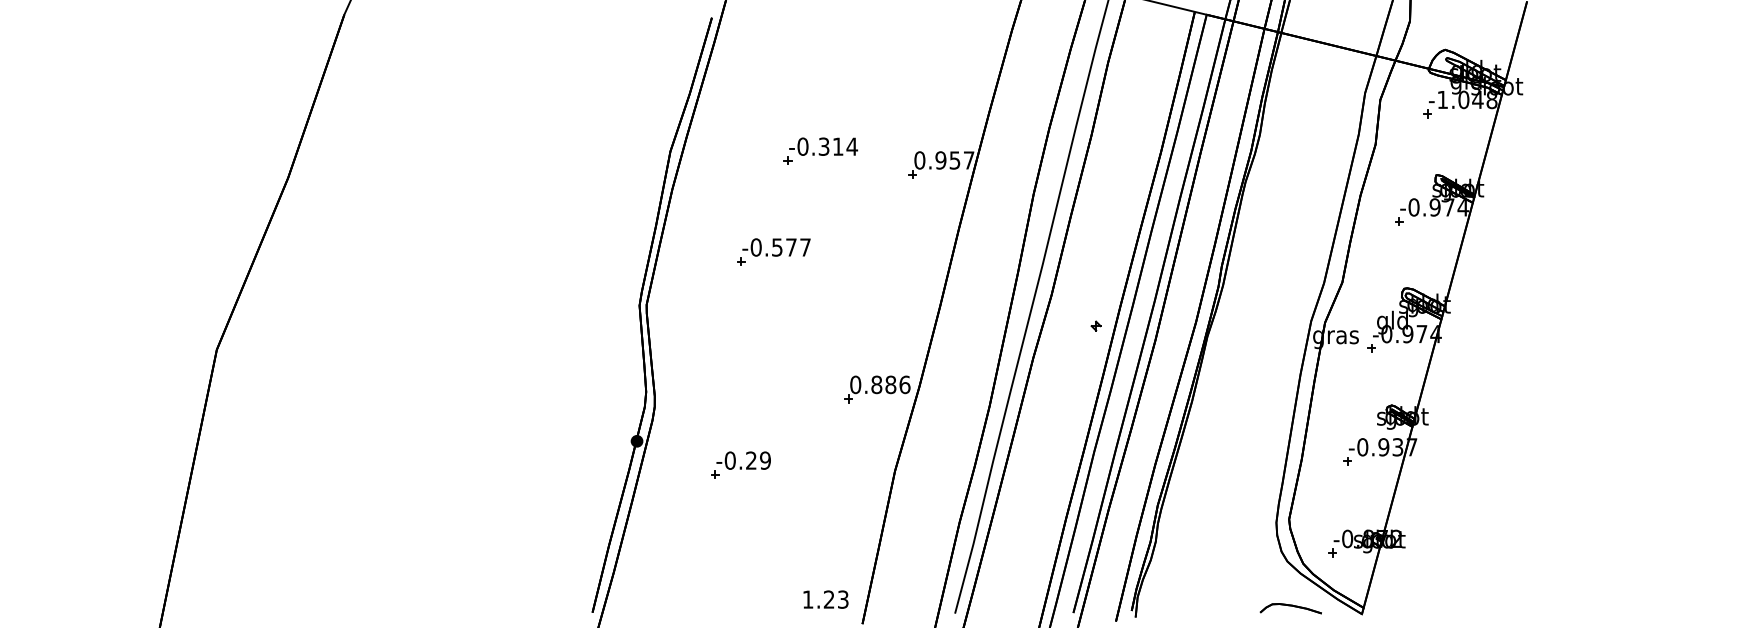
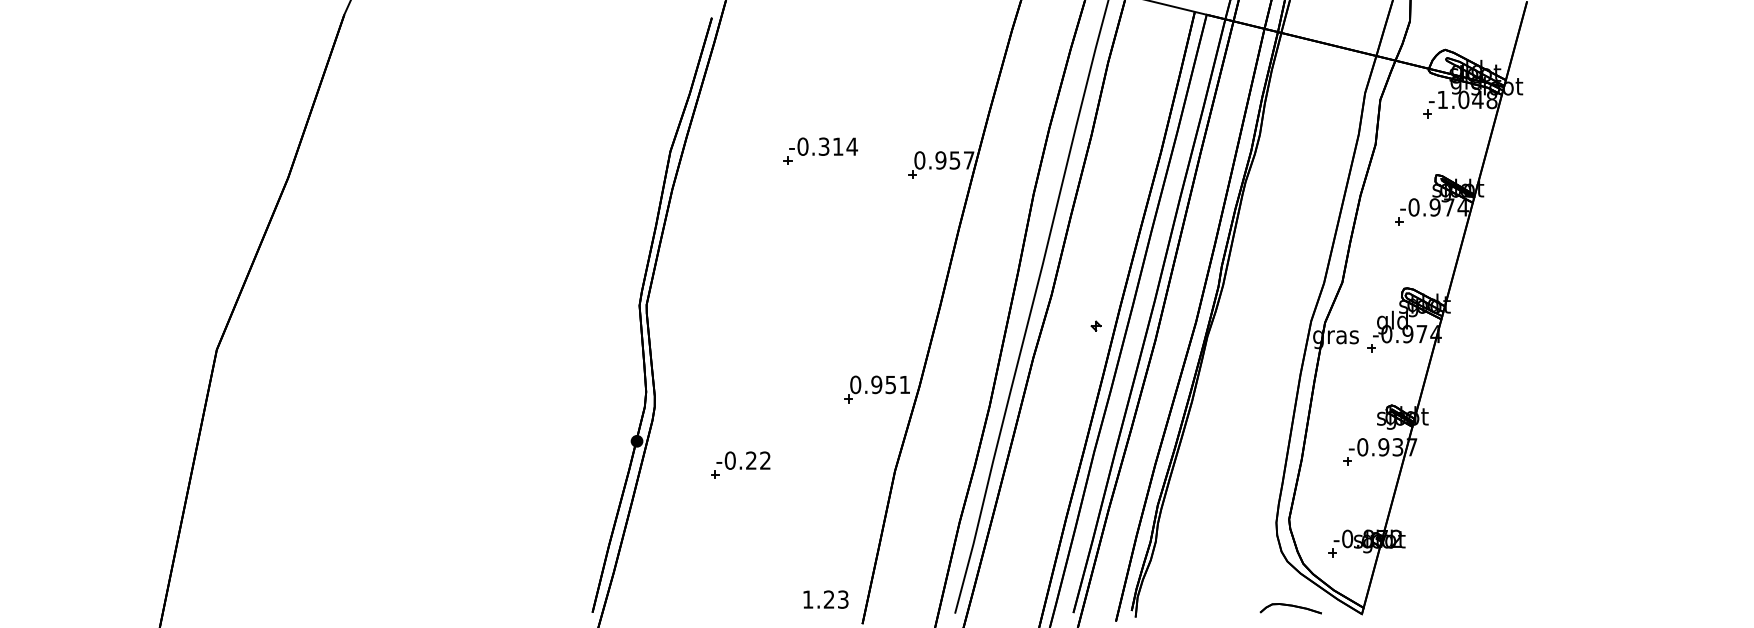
part at (773, 251): present -> none
text at (890, 384): 0.886 -> 0.951
text at (765, 460): -0.29 -> -0.22
